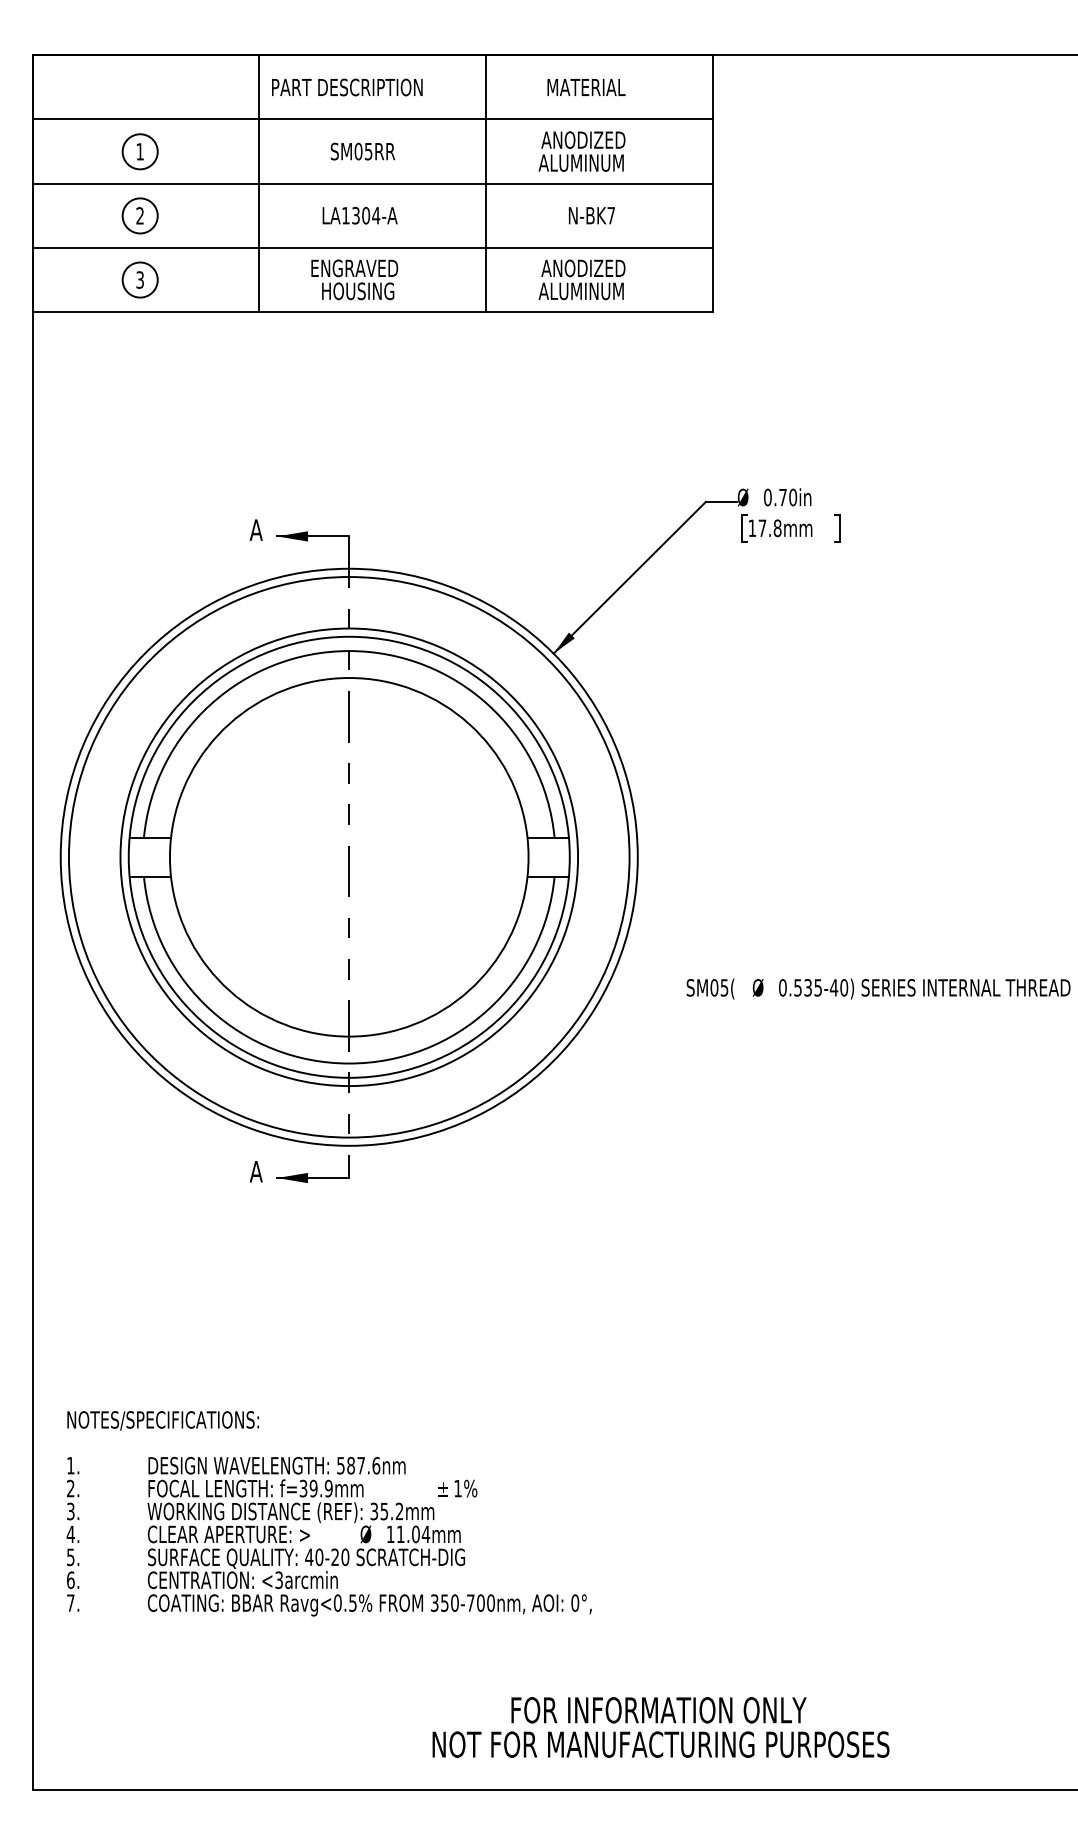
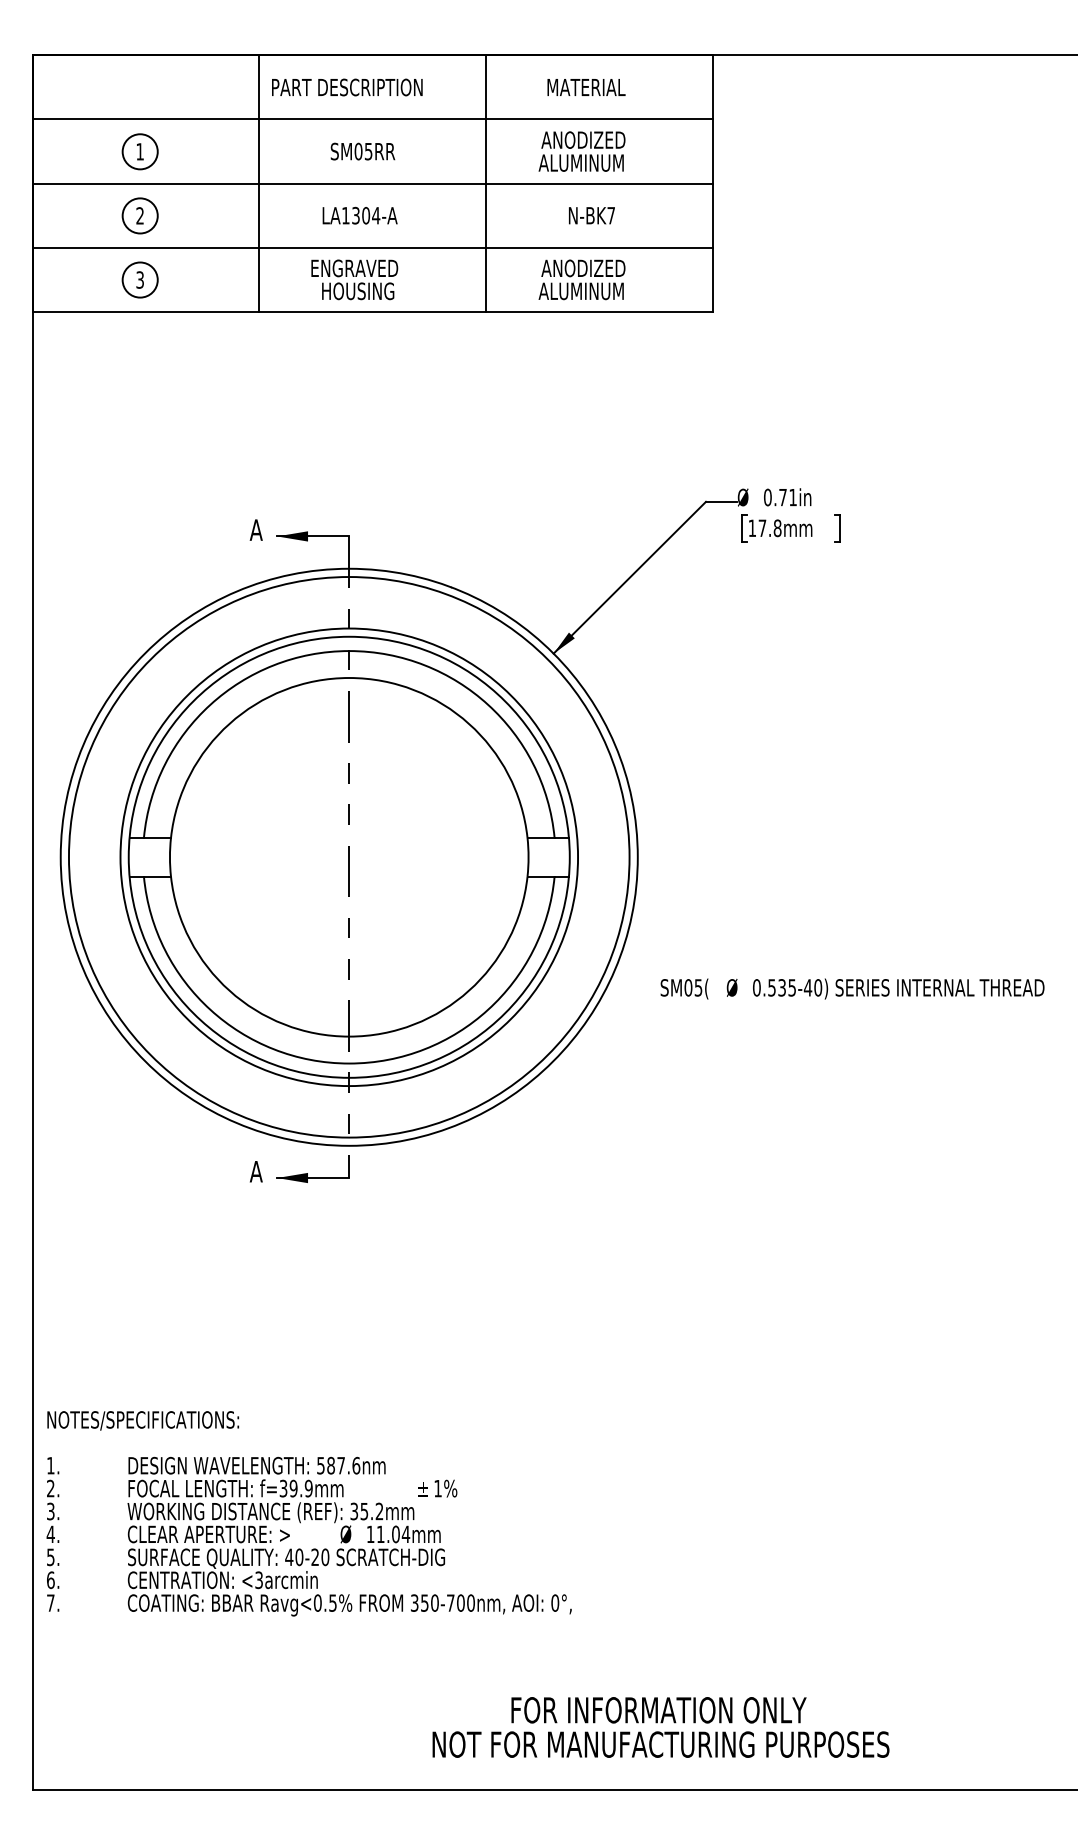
text at (793, 497): 0.70in -> 0.71in
text at (878, 988) position: (878, 988) -> (852, 988)
text at (328, 1513) position: (328, 1513) -> (308, 1513)
